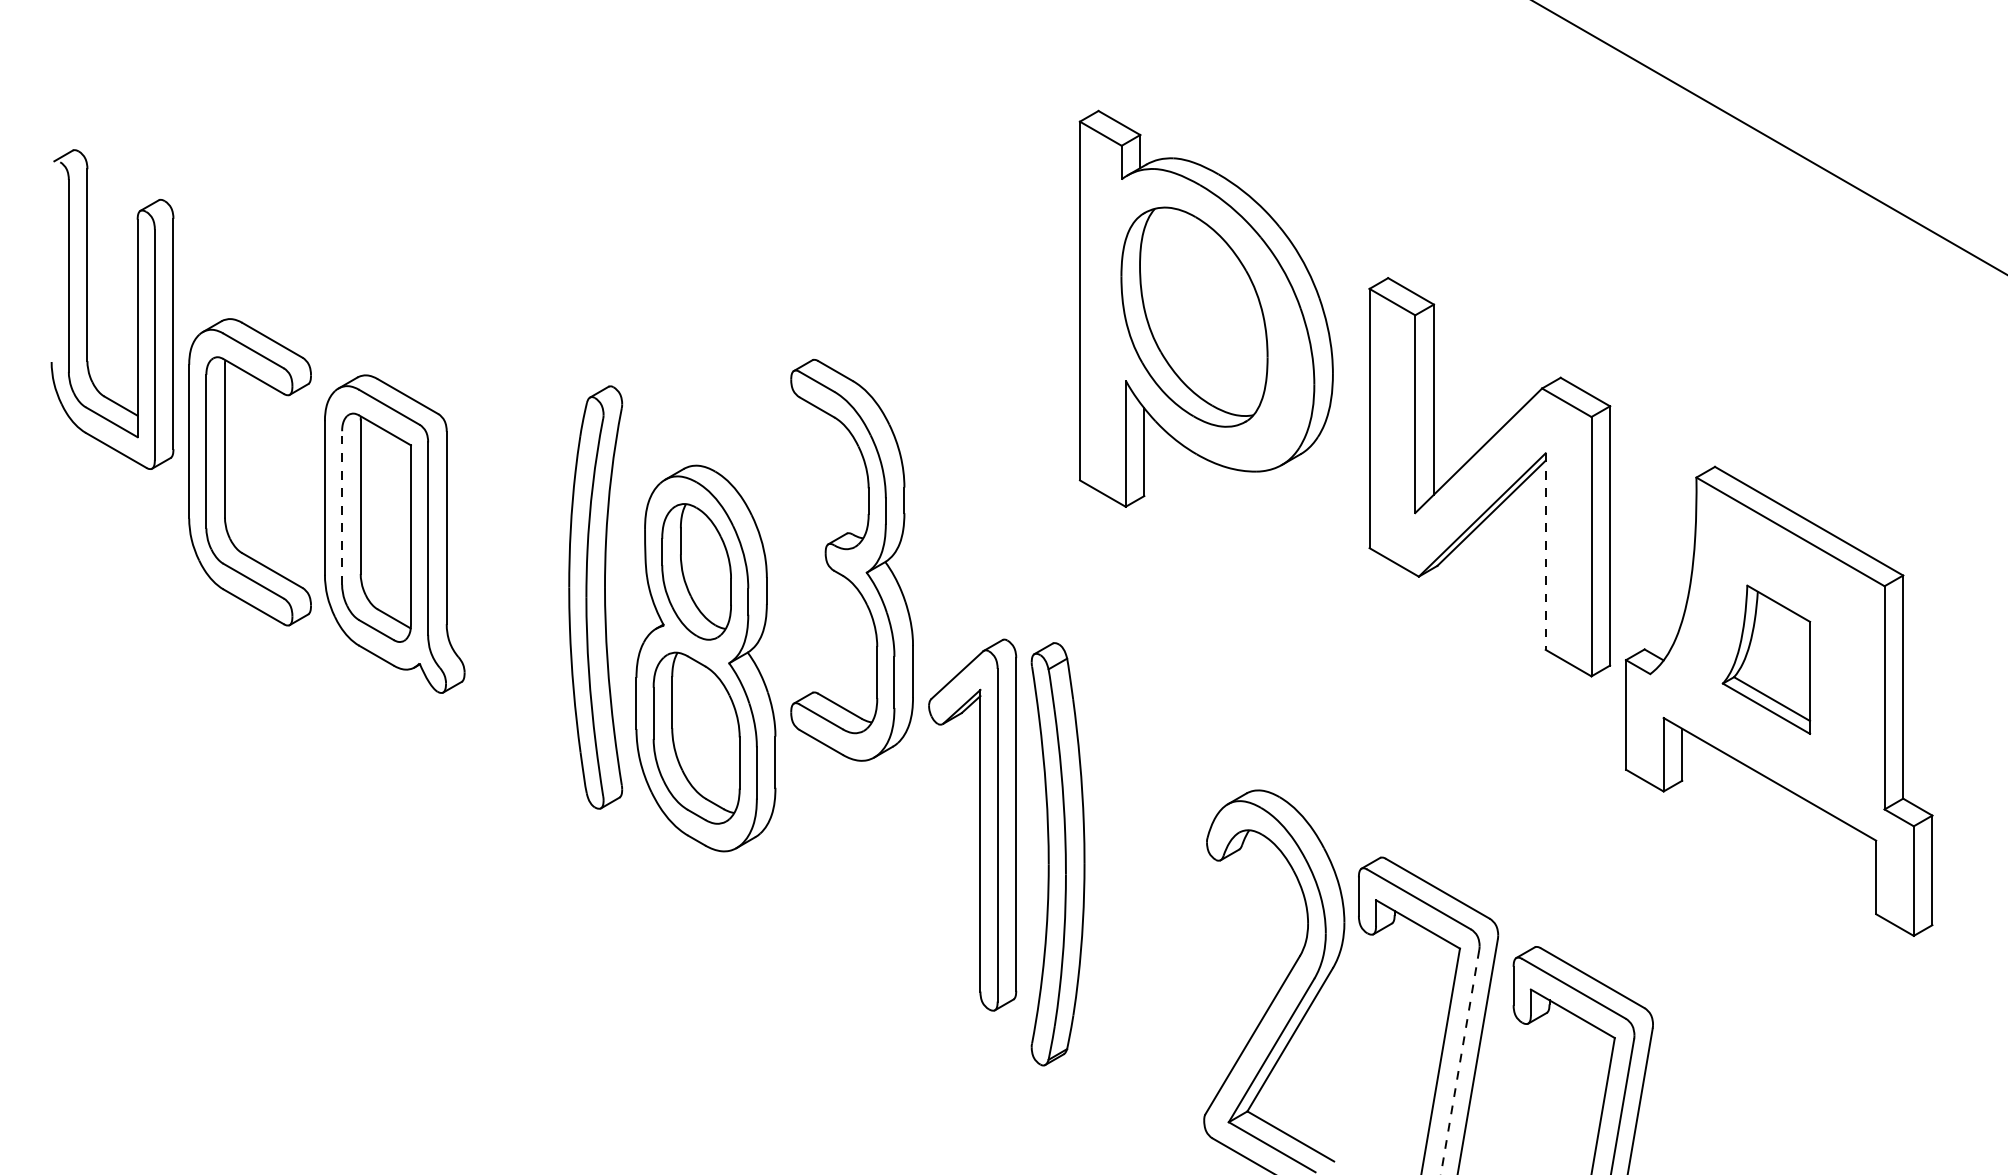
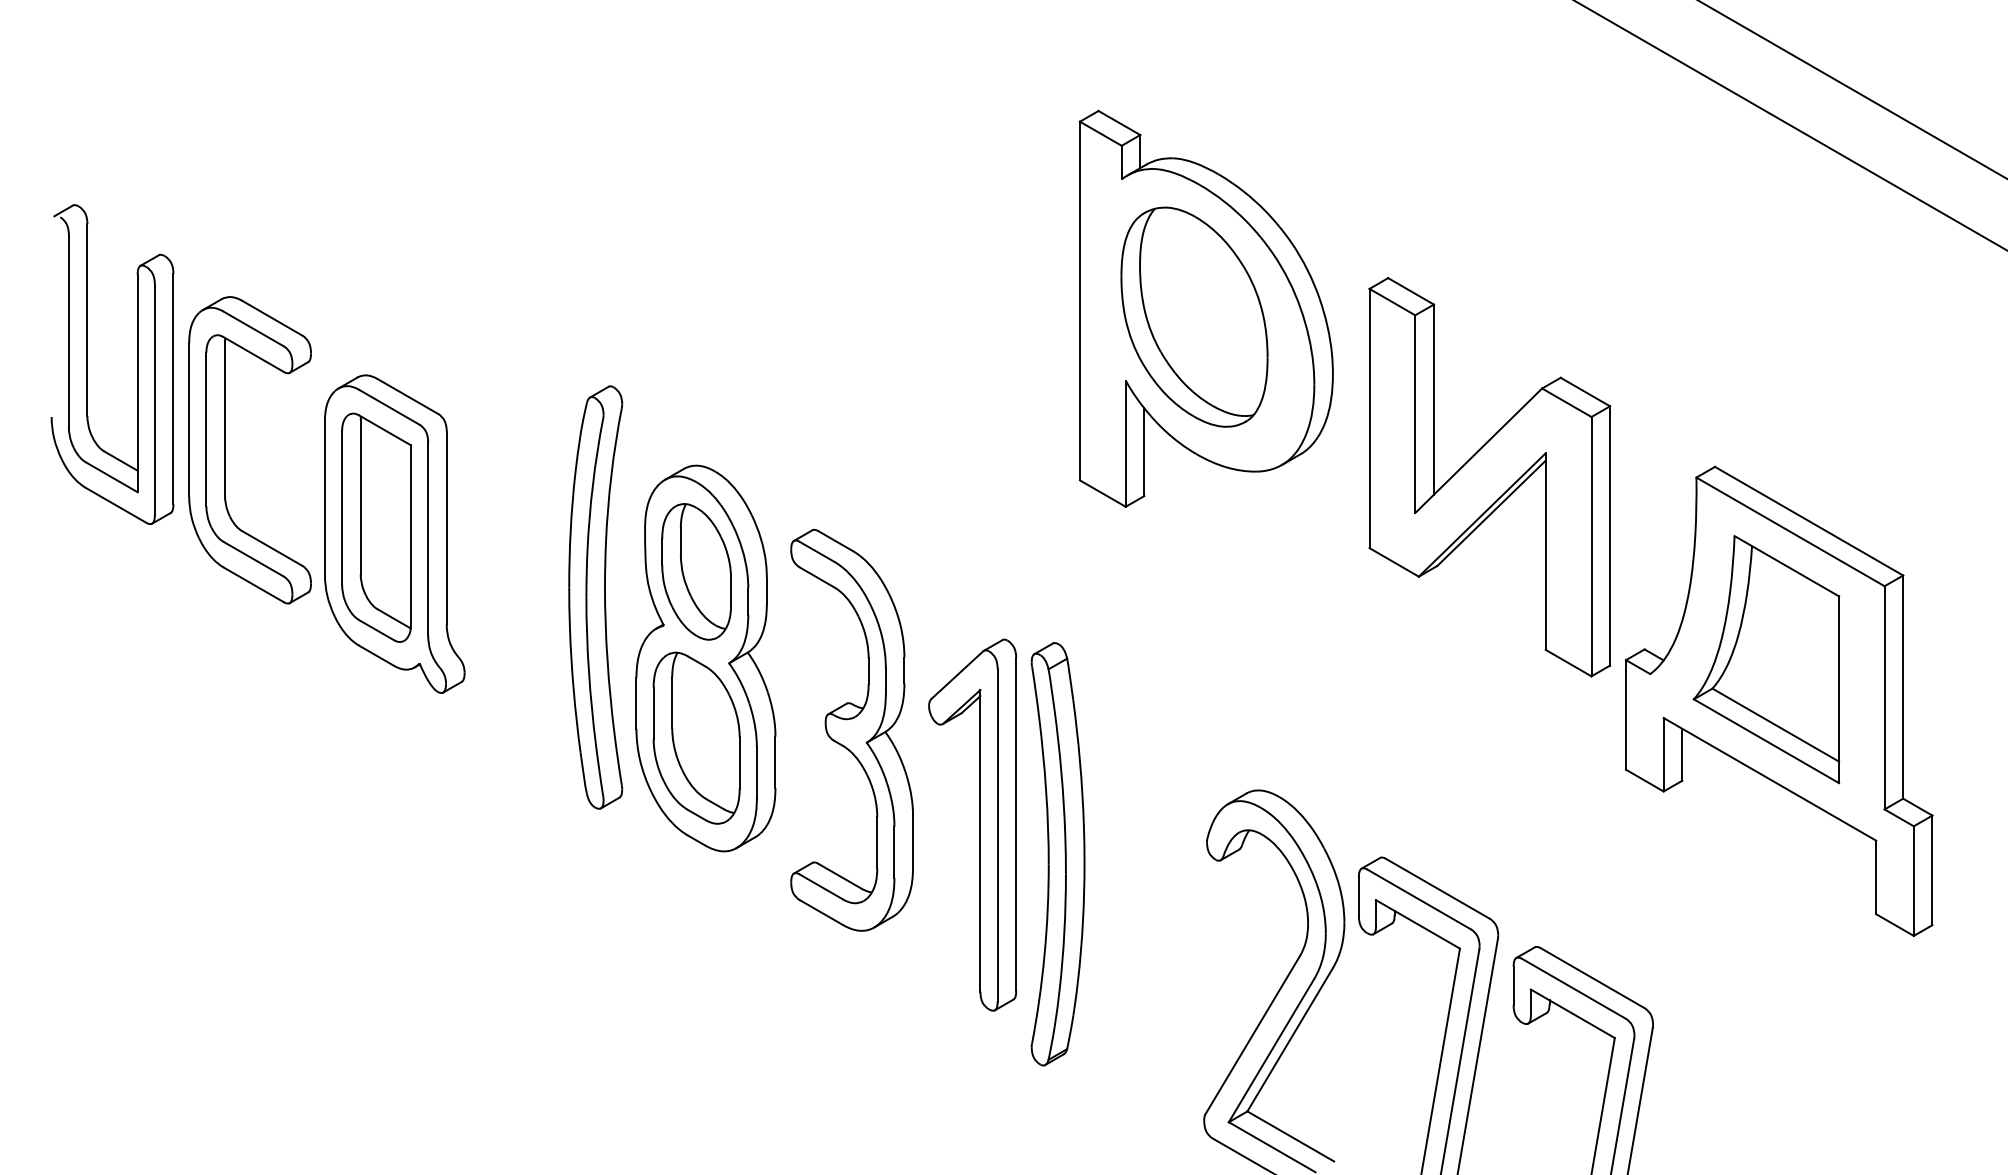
line at (1852, 89): none -> present
line at (1769, 137) position: (1769, 137) -> (1790, 125)
part at (87, 309) position: (87, 309) -> (87, 364)
part at (225, 472) position: (225, 472) -> (225, 450)
line at (342, 507): dashed -> solid
line at (1545, 552): dashed -> solid
part at (851, 559) position: (851, 559) -> (851, 729)
part at (1766, 659) size: 91x151 px -> 149x250 px
line at (1460, 1062): dashed -> solid
